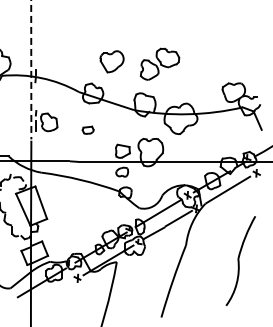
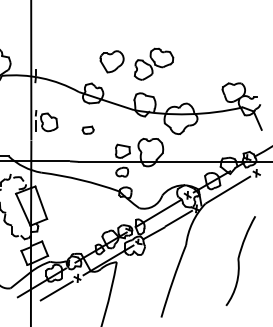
part at (159, 63) position: (159, 63) -> (153, 63)
line at (31, 70): dashed -> solid
line at (56, 290): none -> present
